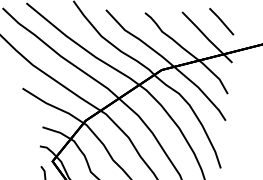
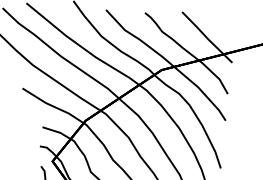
line at (221, 21): present -> none
